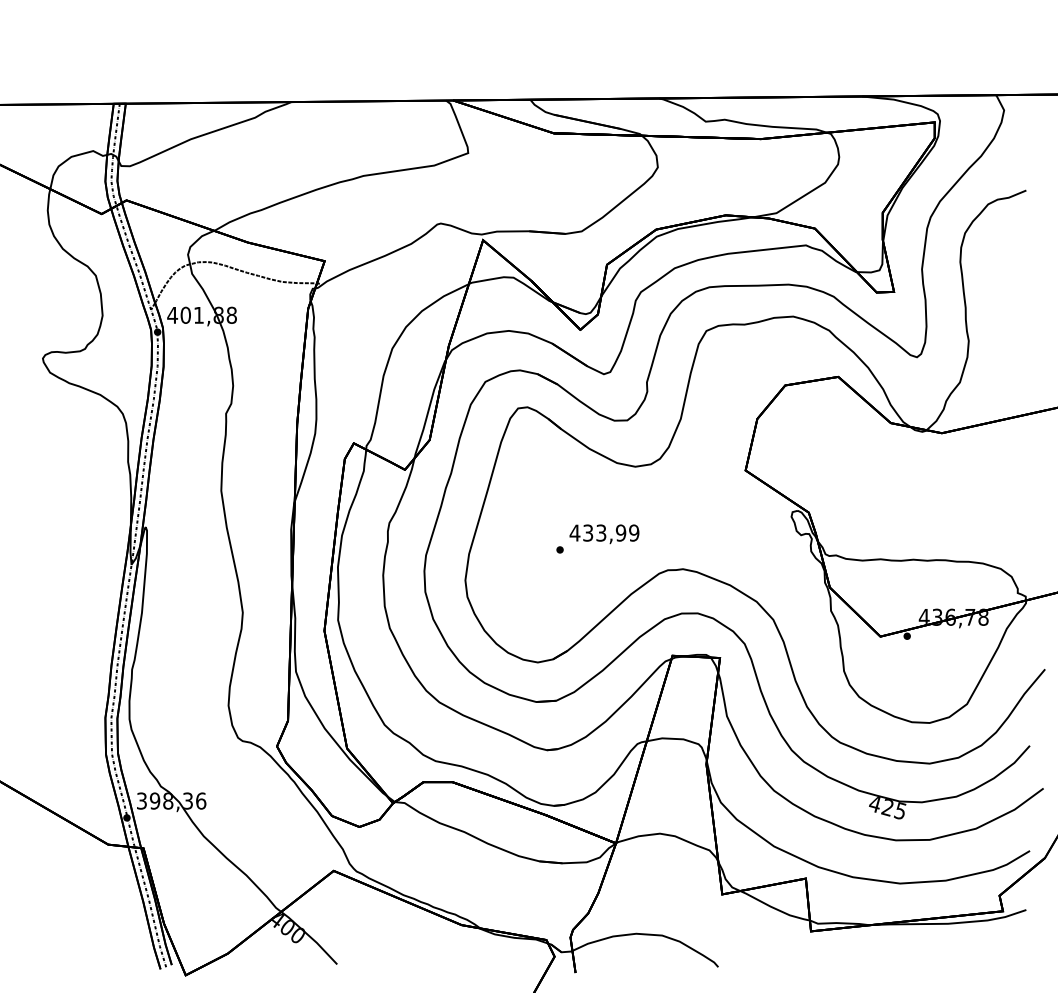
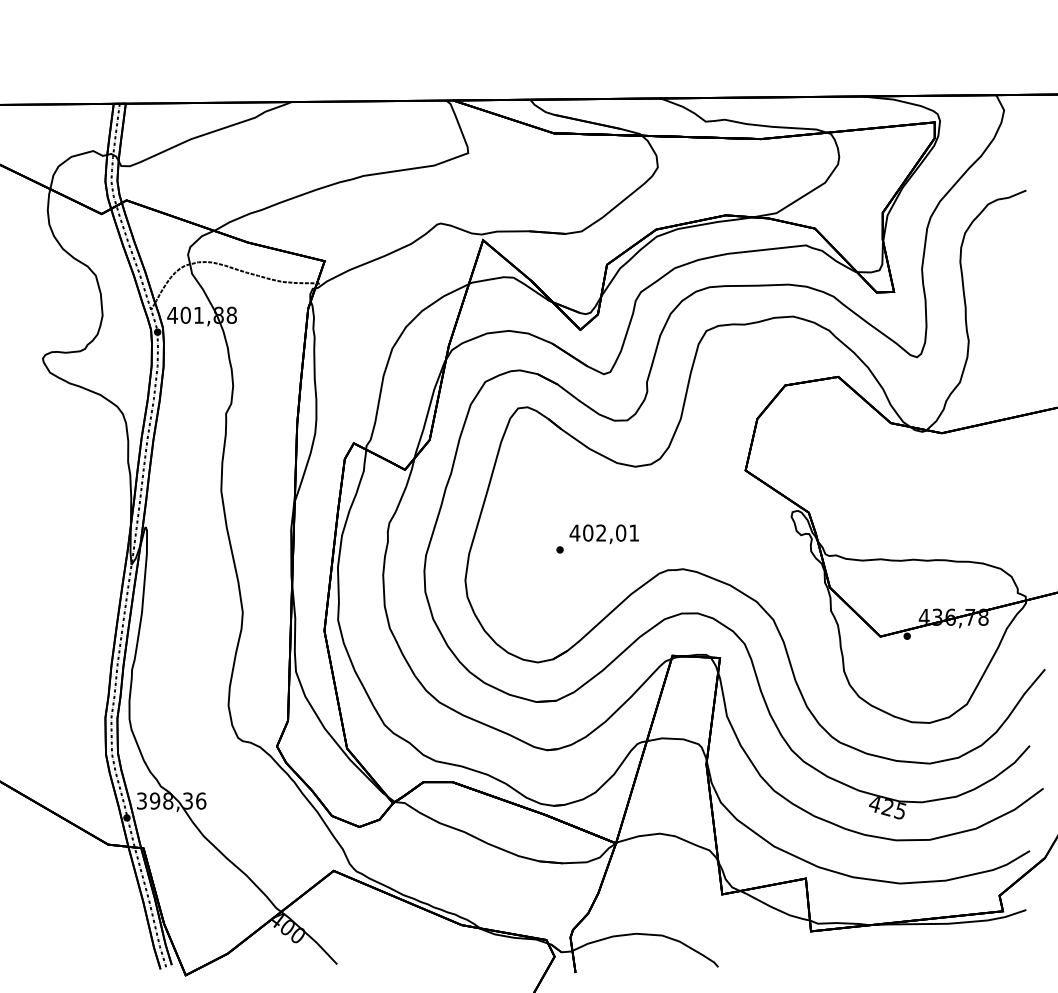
text at (611, 532): 433,99 -> 402,01
